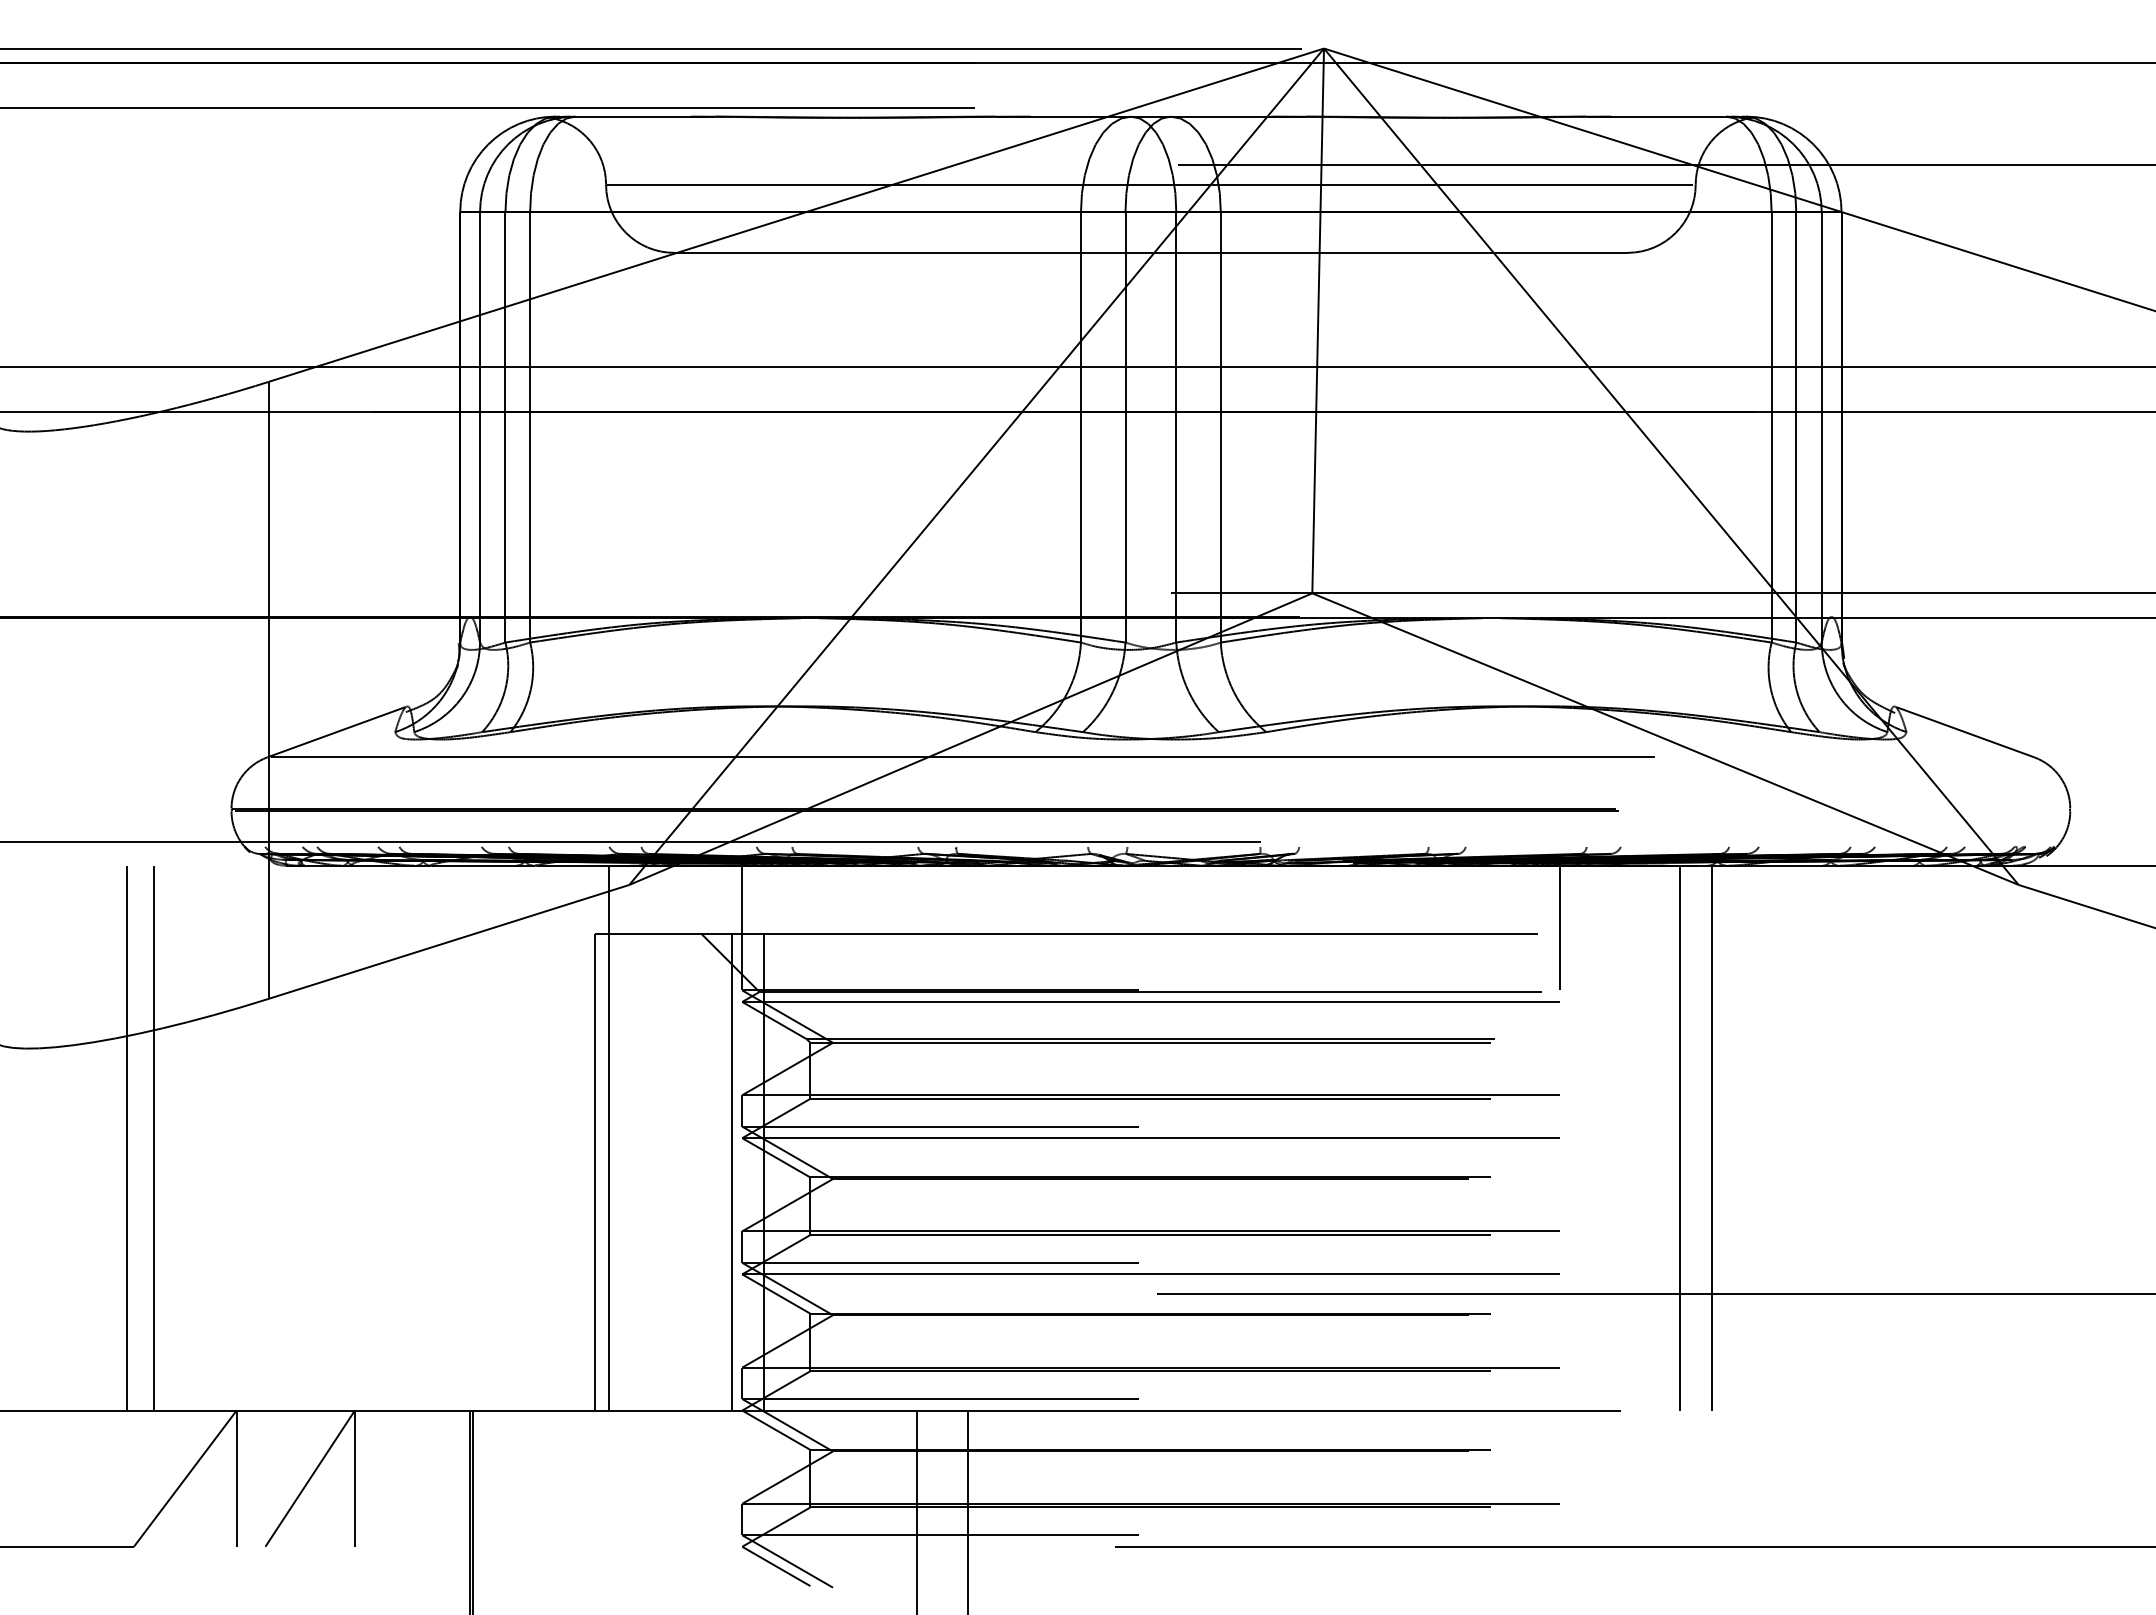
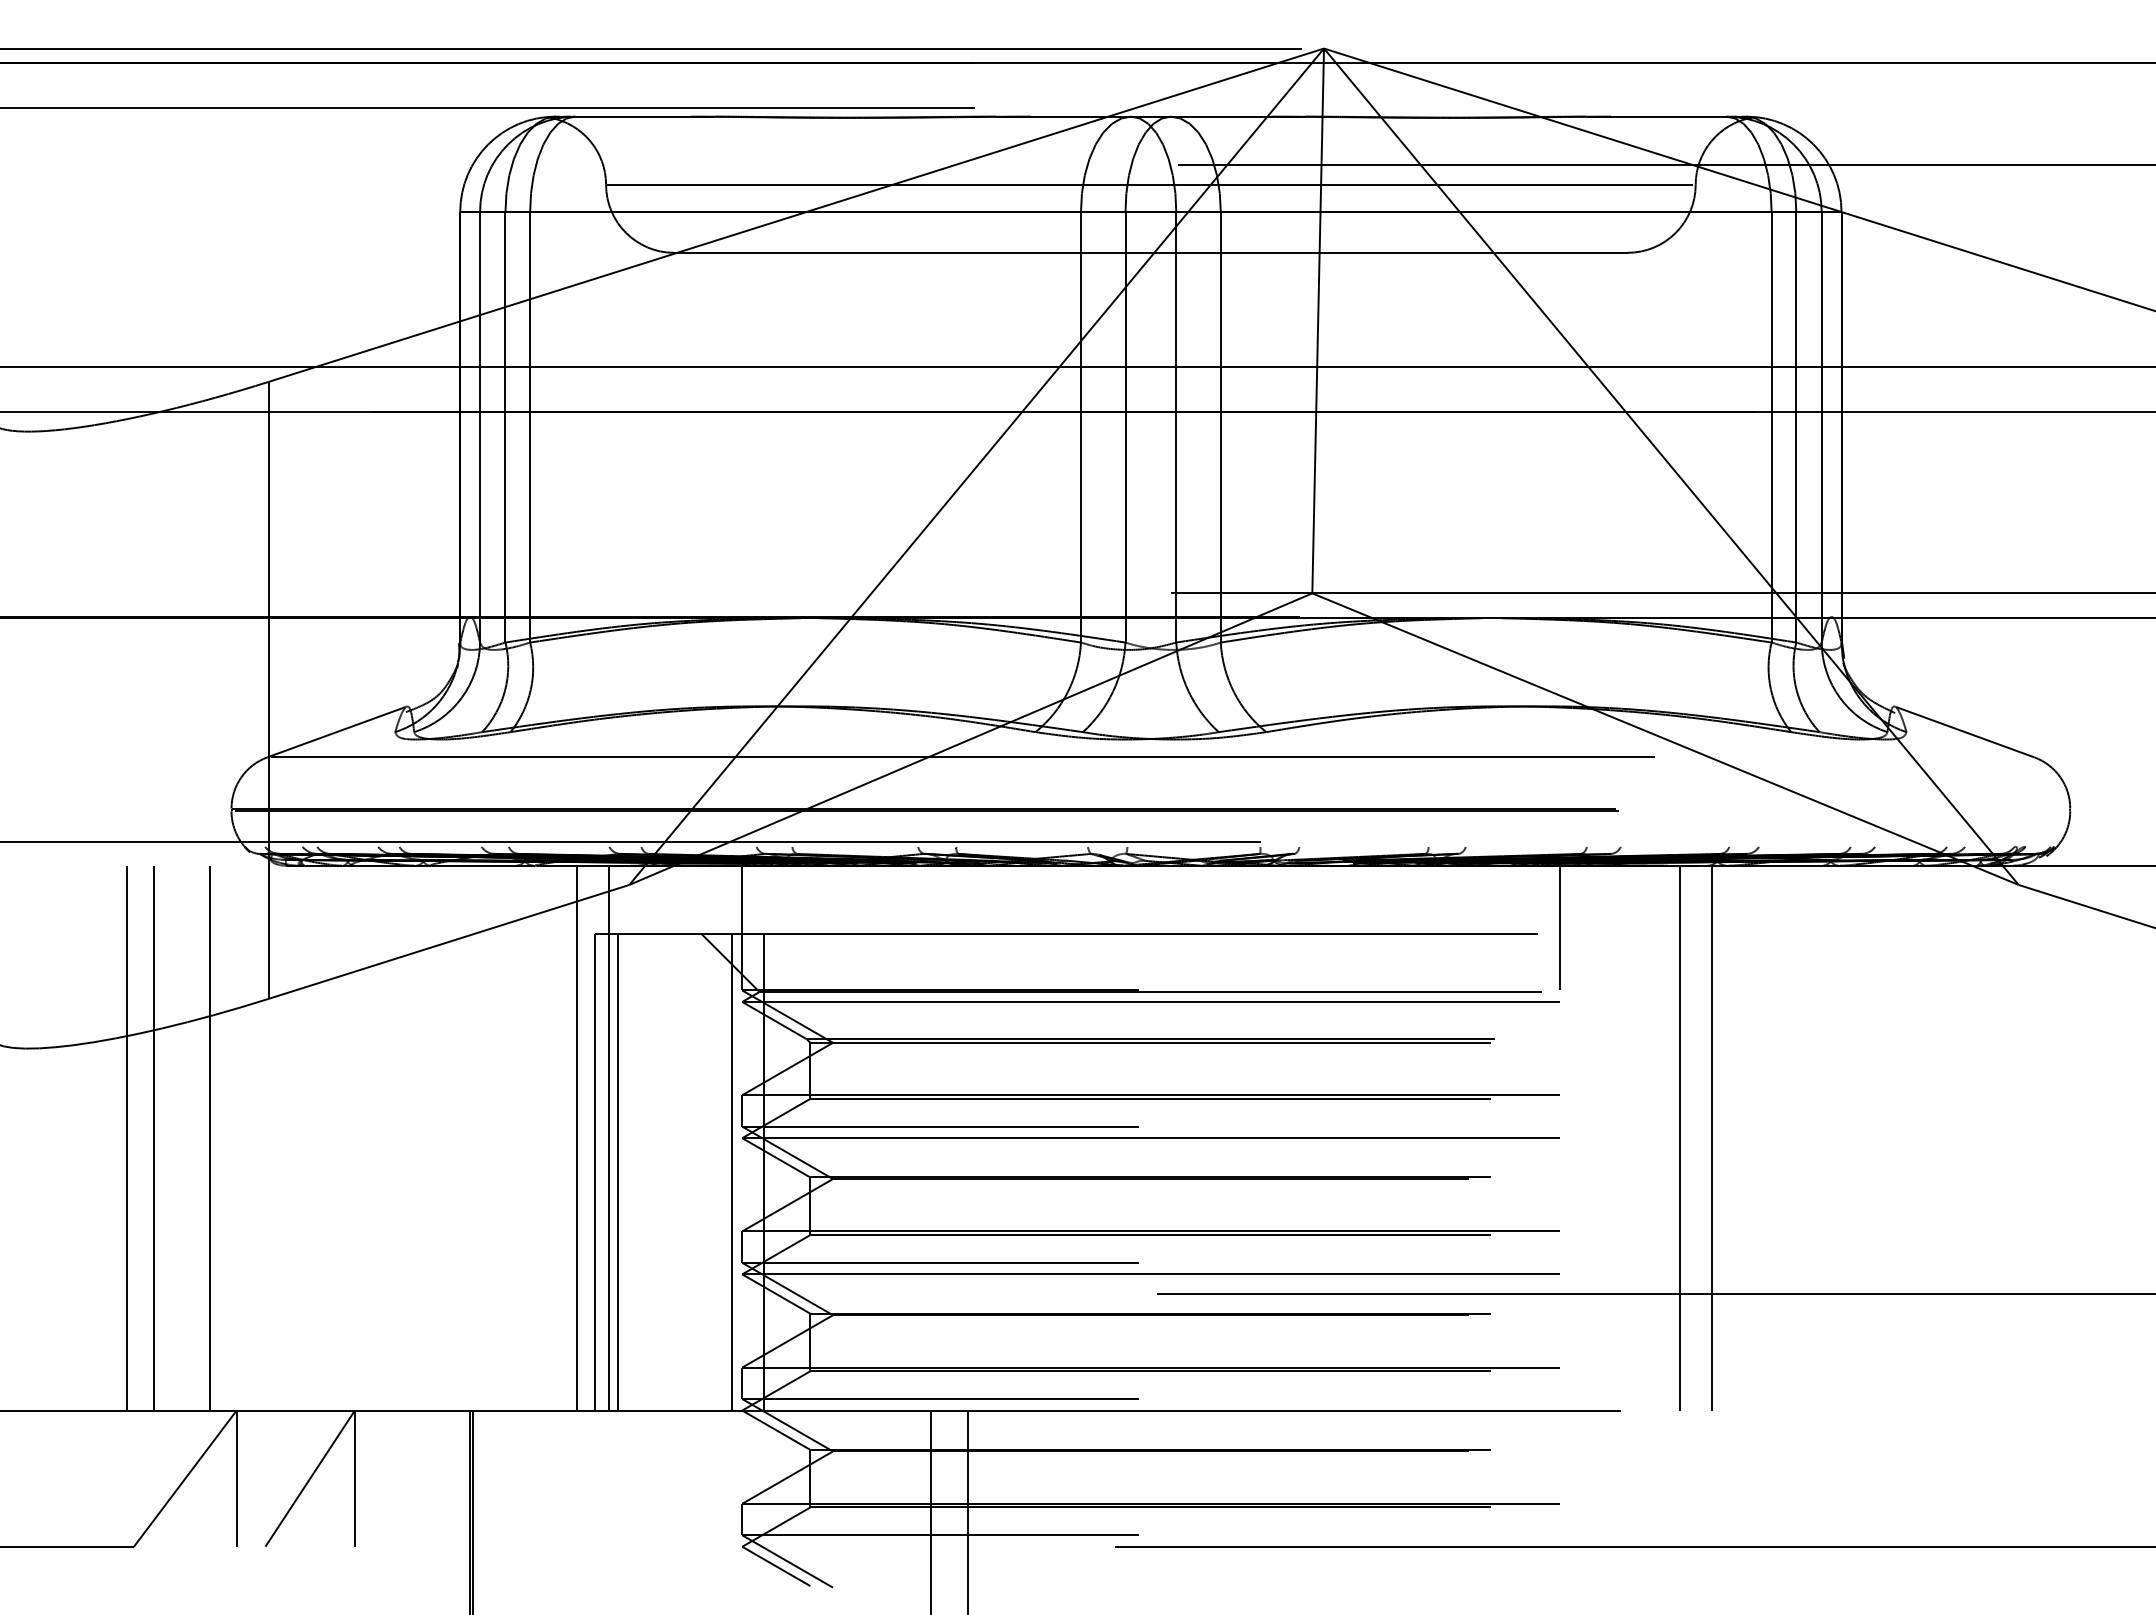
line at (209, 1137): none -> present
line at (576, 1137): none -> present
line at (618, 1171): none -> present
line at (916, 1510) position: (916, 1510) -> (930, 1510)
